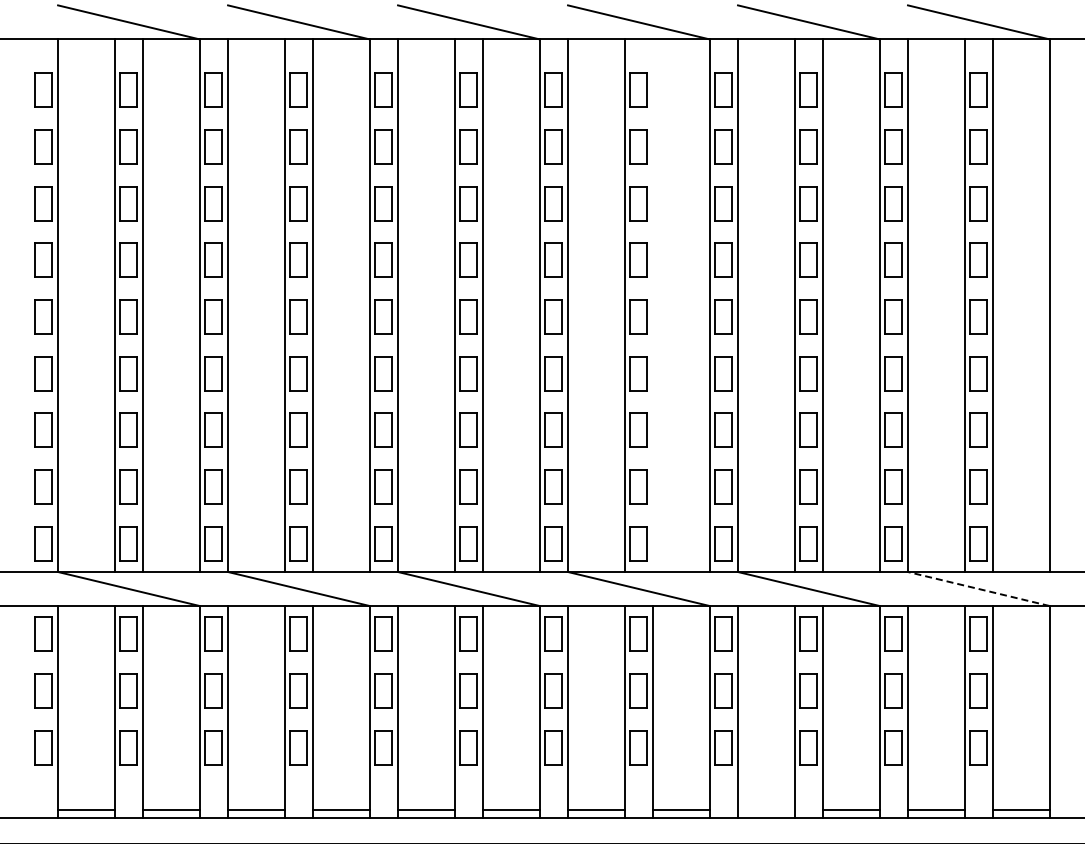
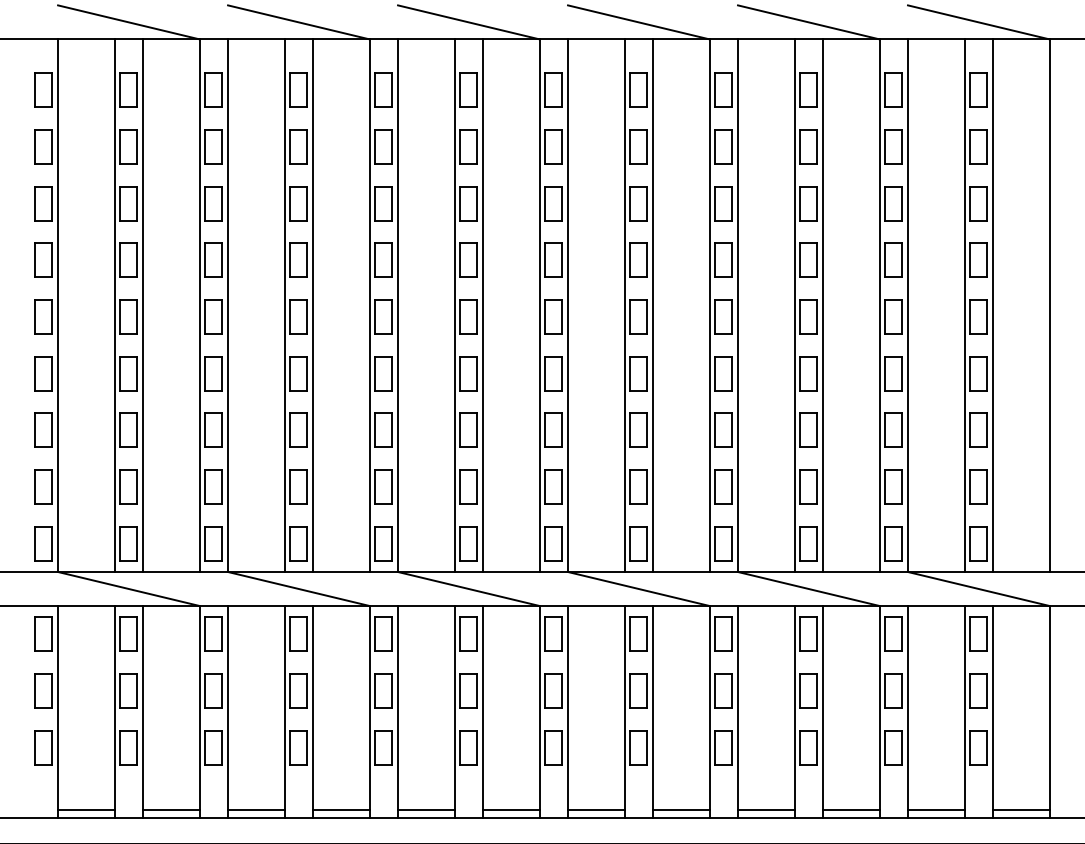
line at (653, 305): none -> present
line at (978, 589): dashed -> solid
line at (766, 809): none -> present
